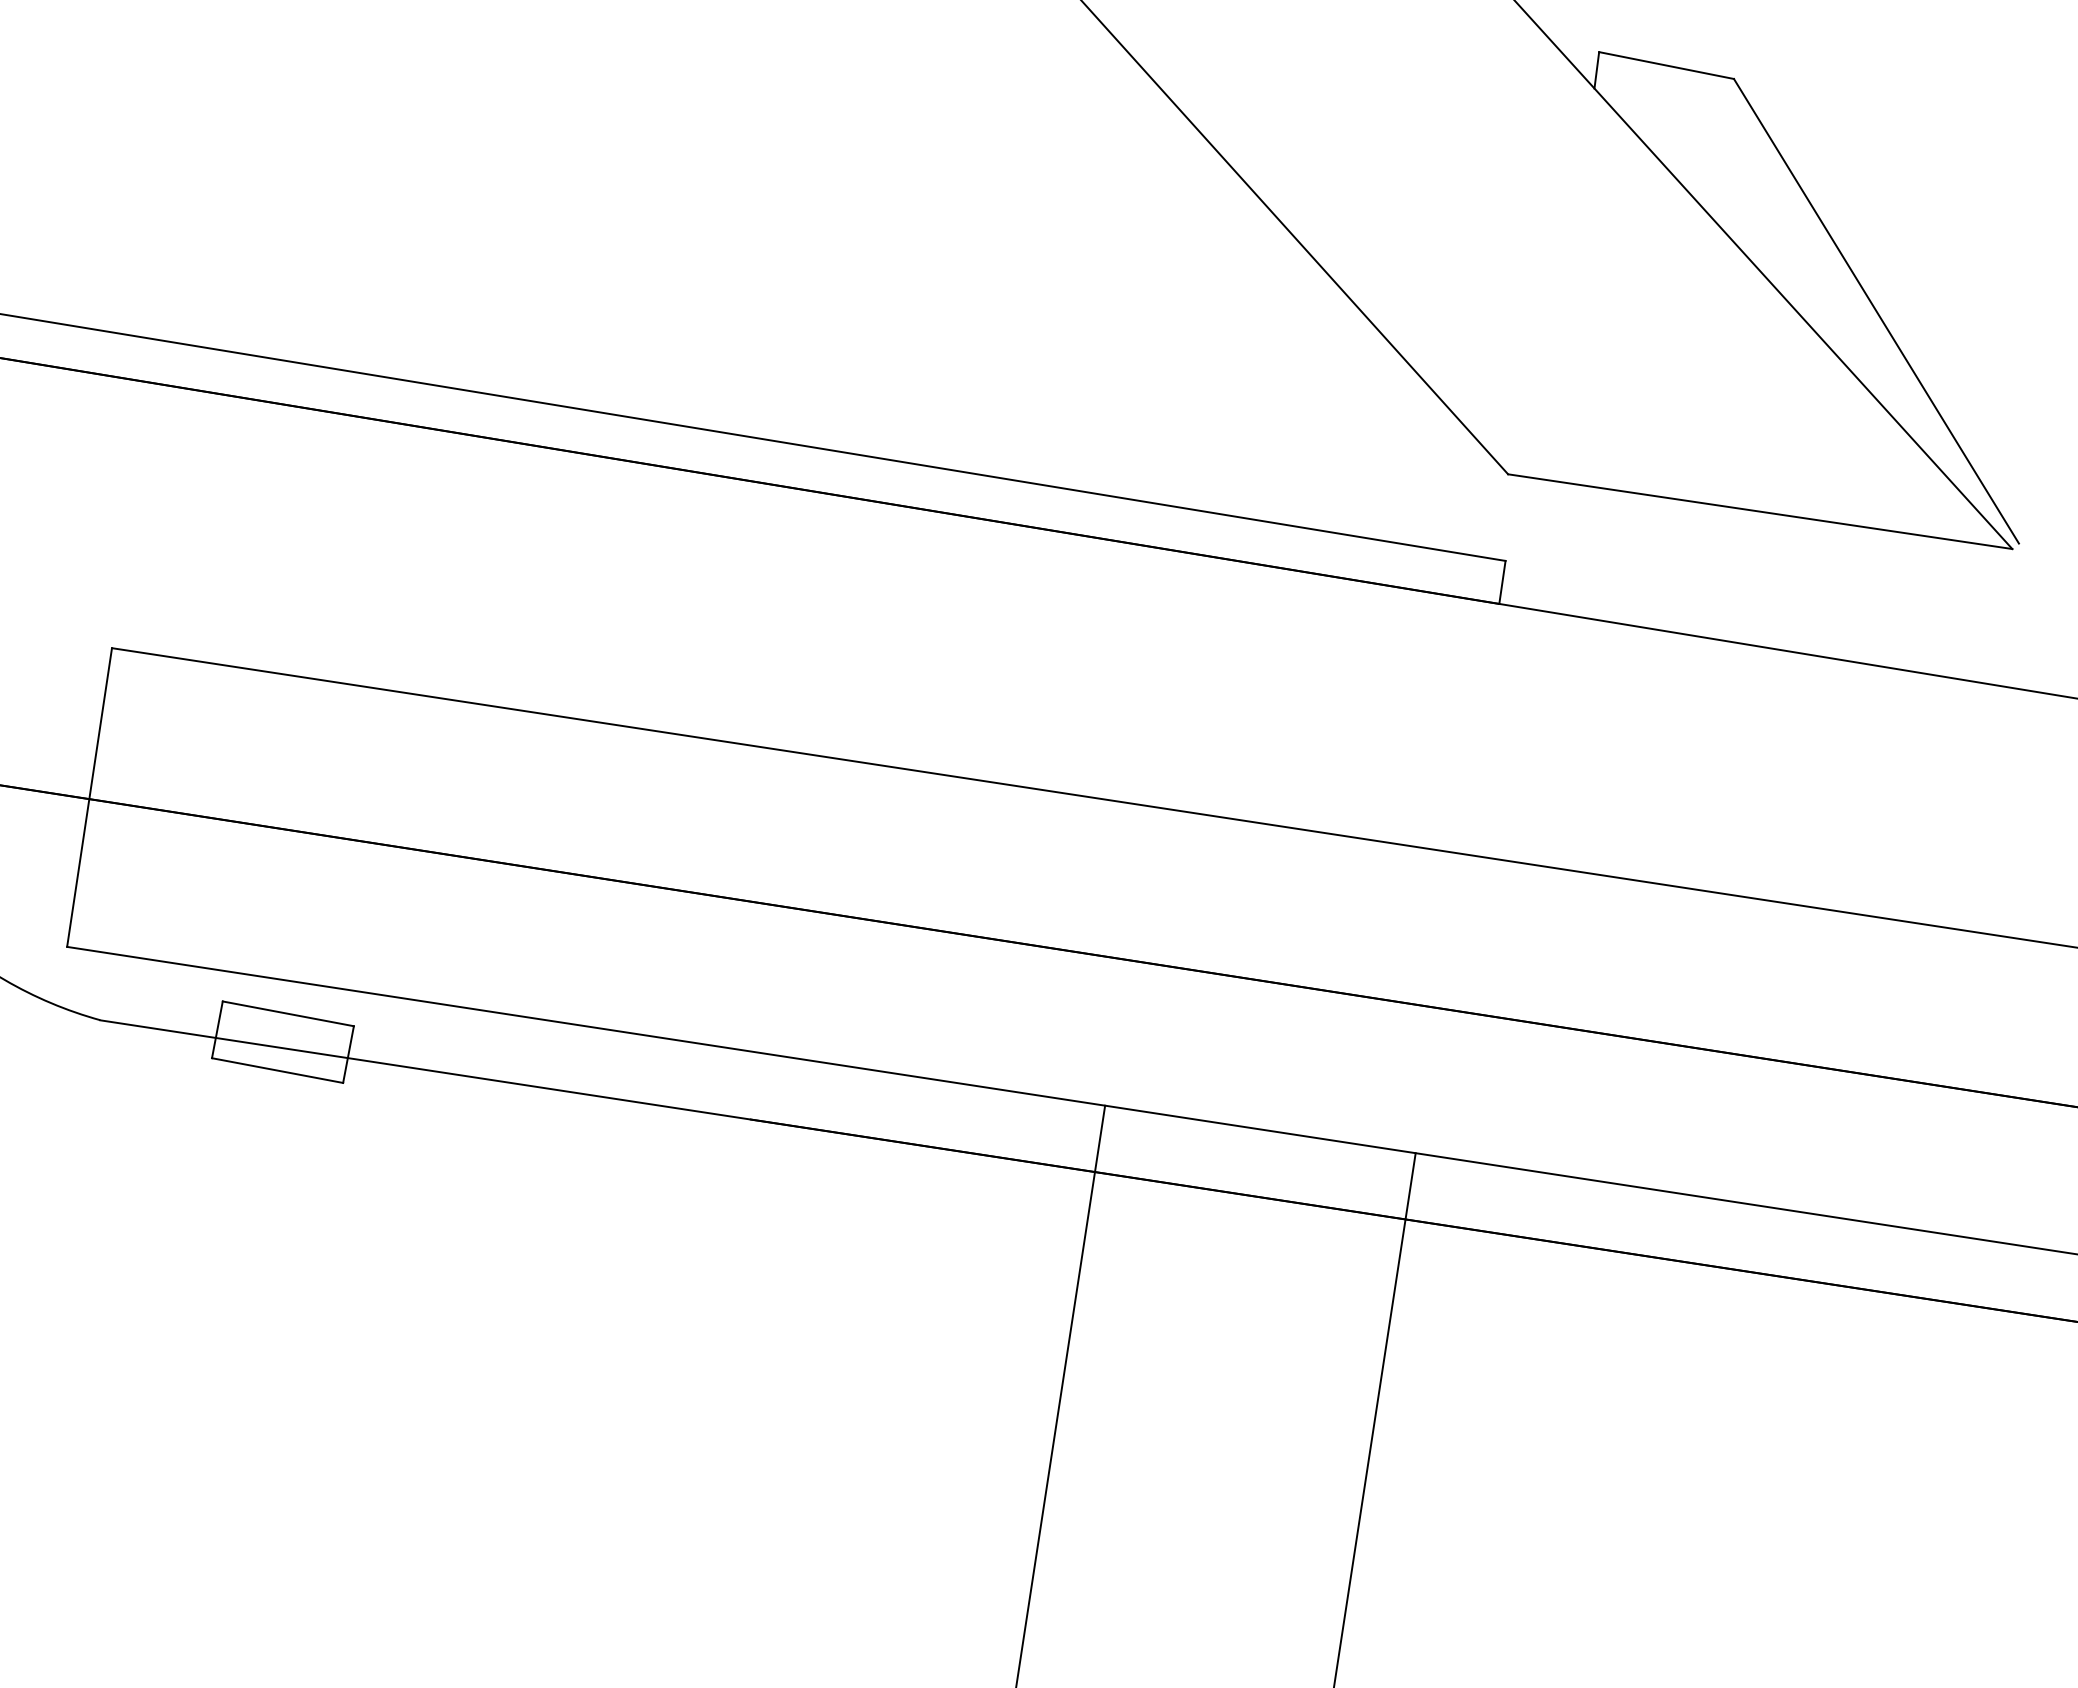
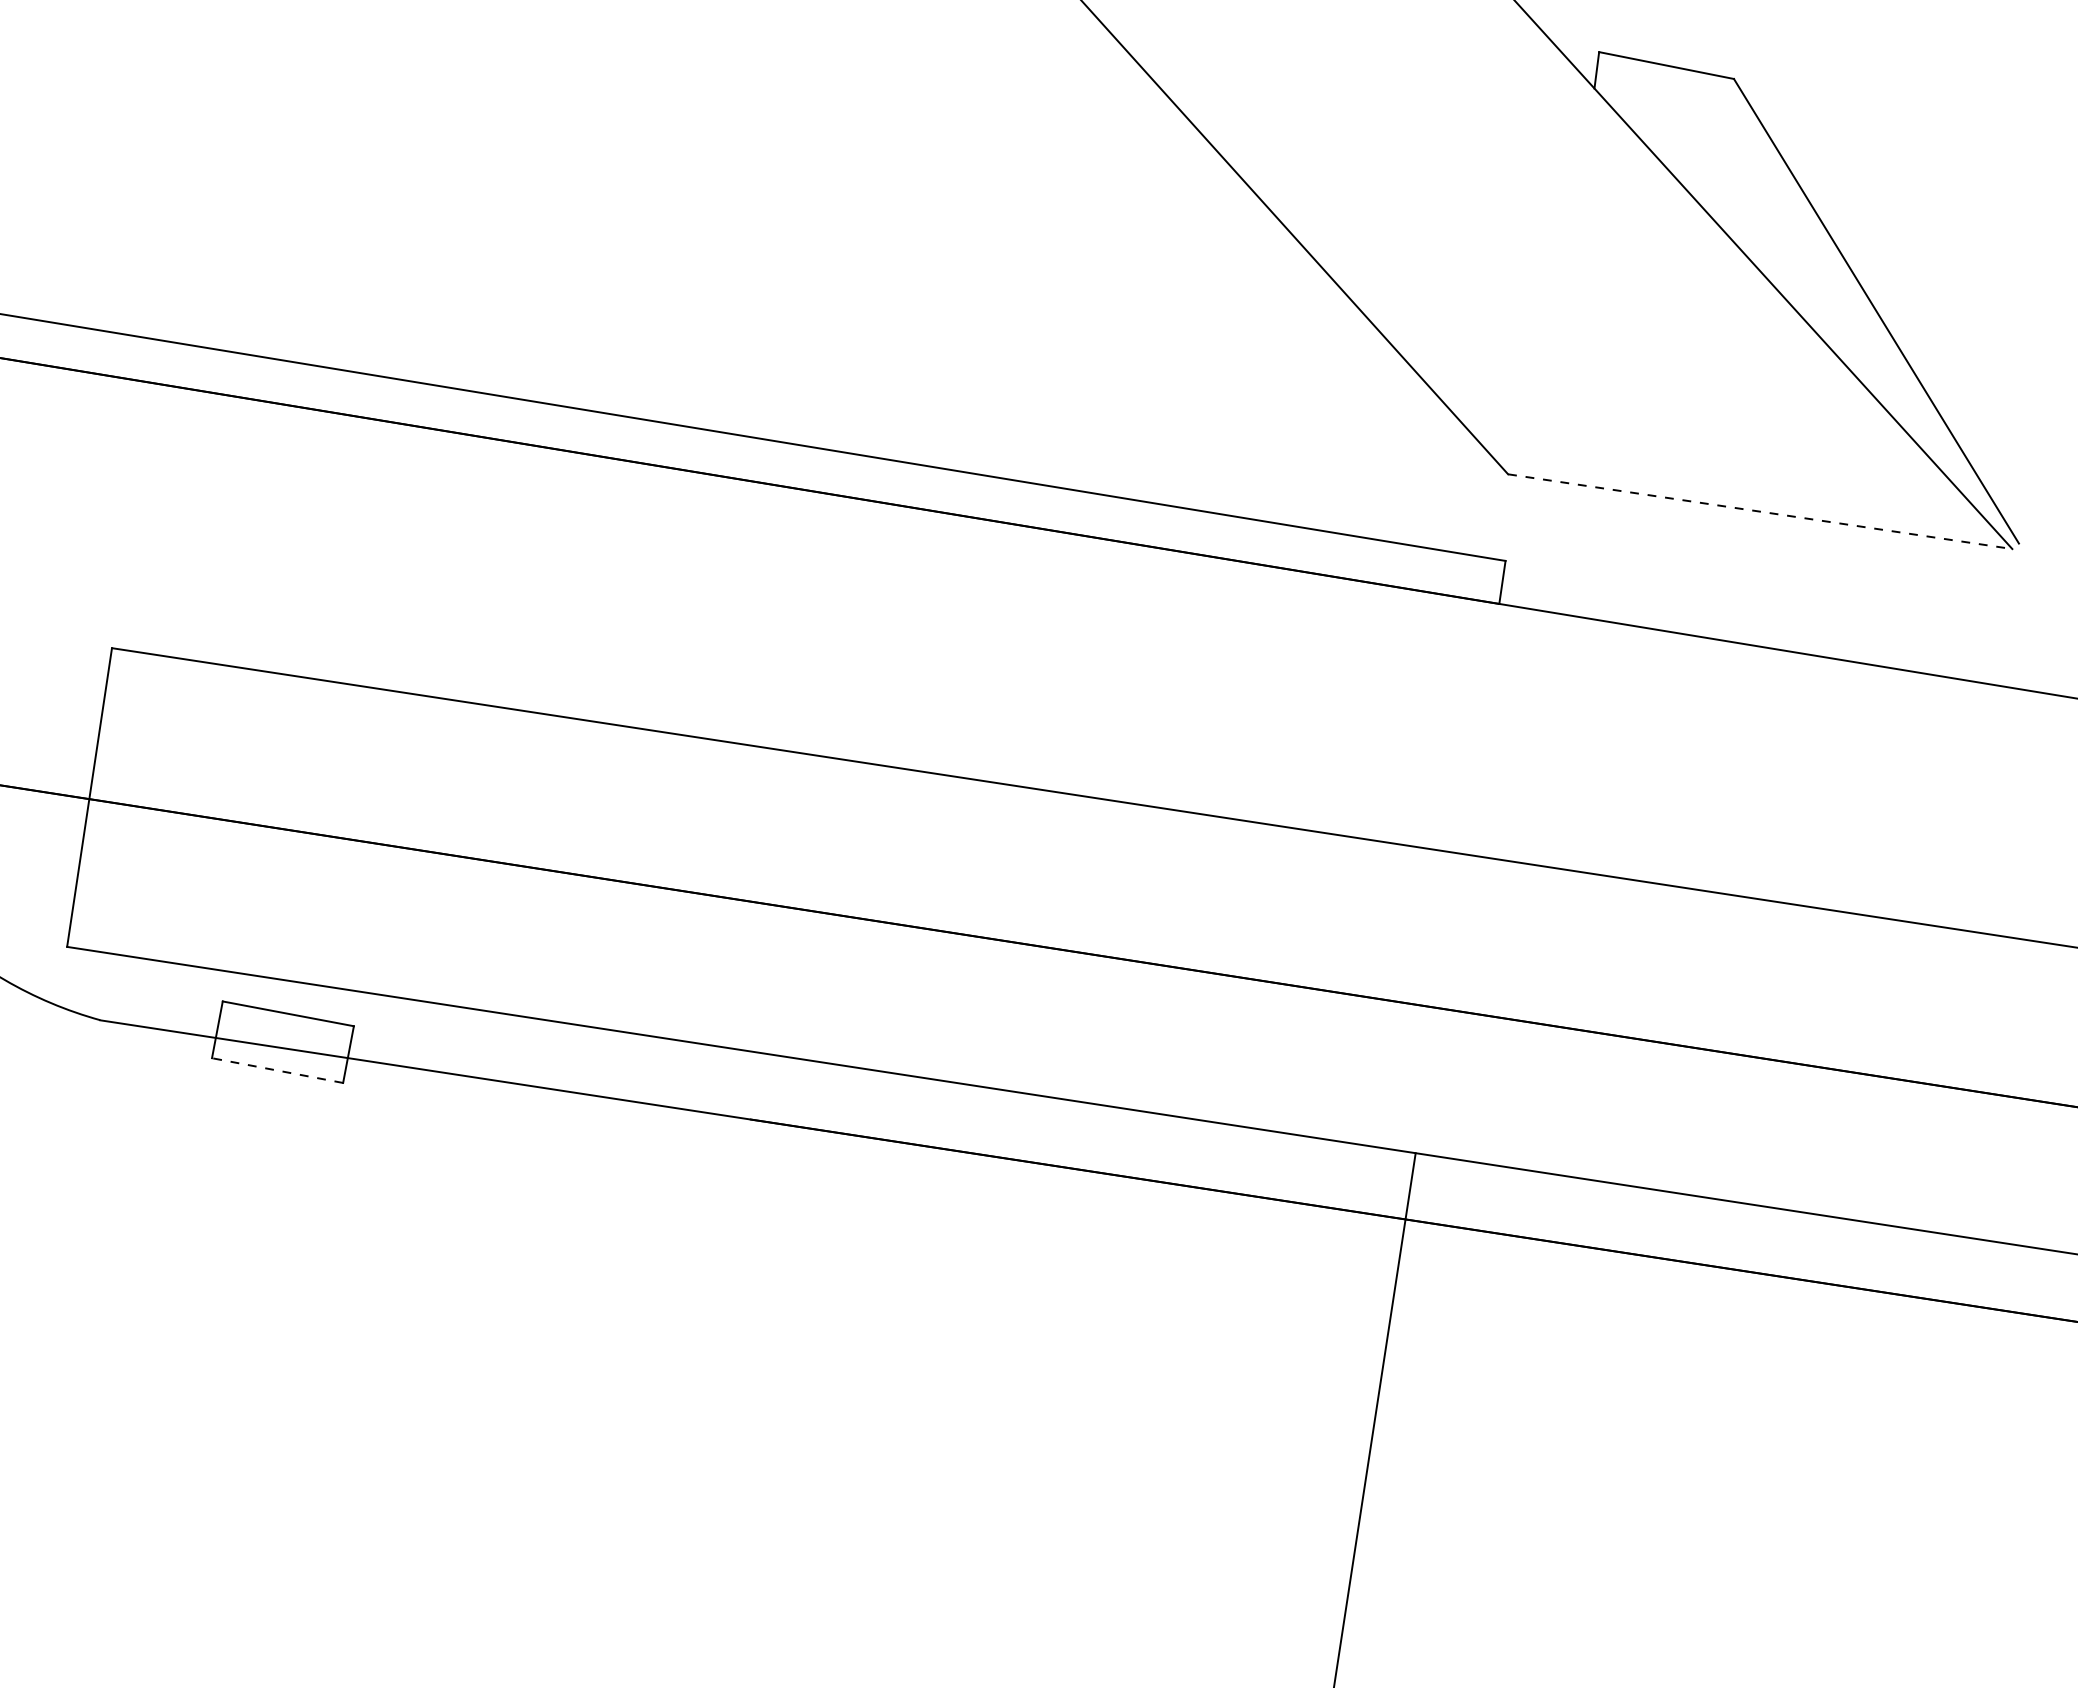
line at (1760, 511): solid -> dashed
line at (277, 1070): solid -> dashed
line at (1060, 1394): present -> none
